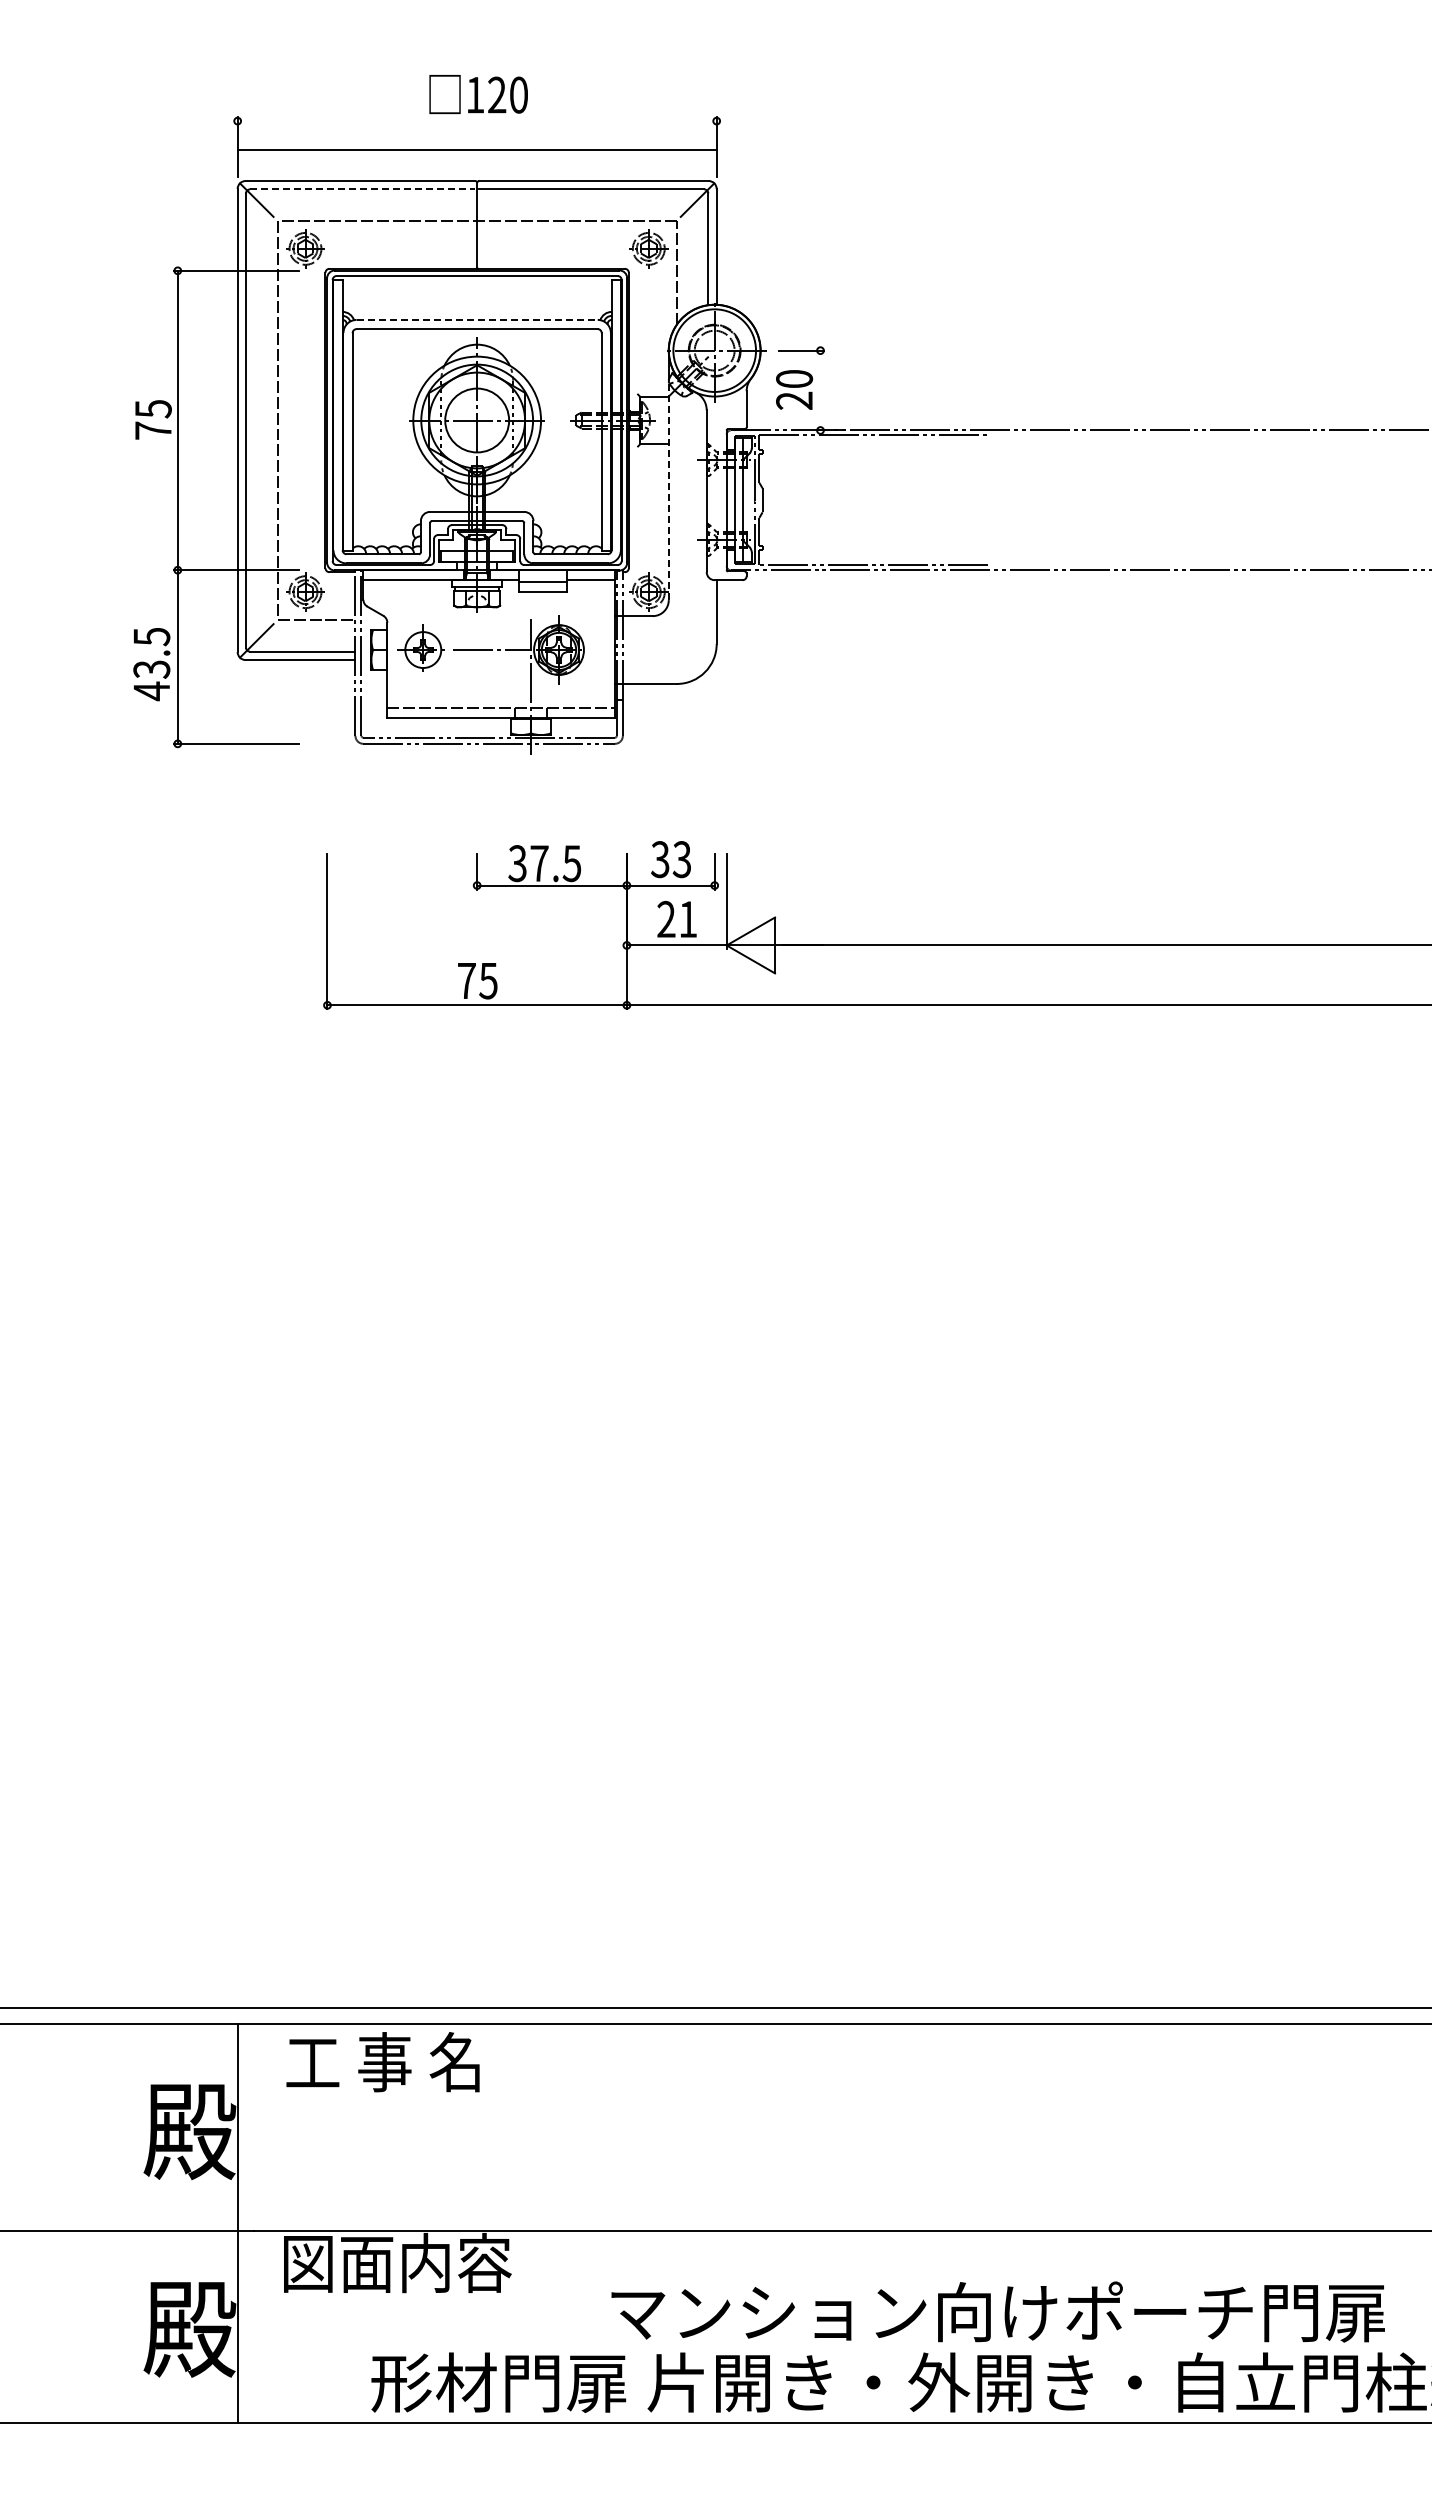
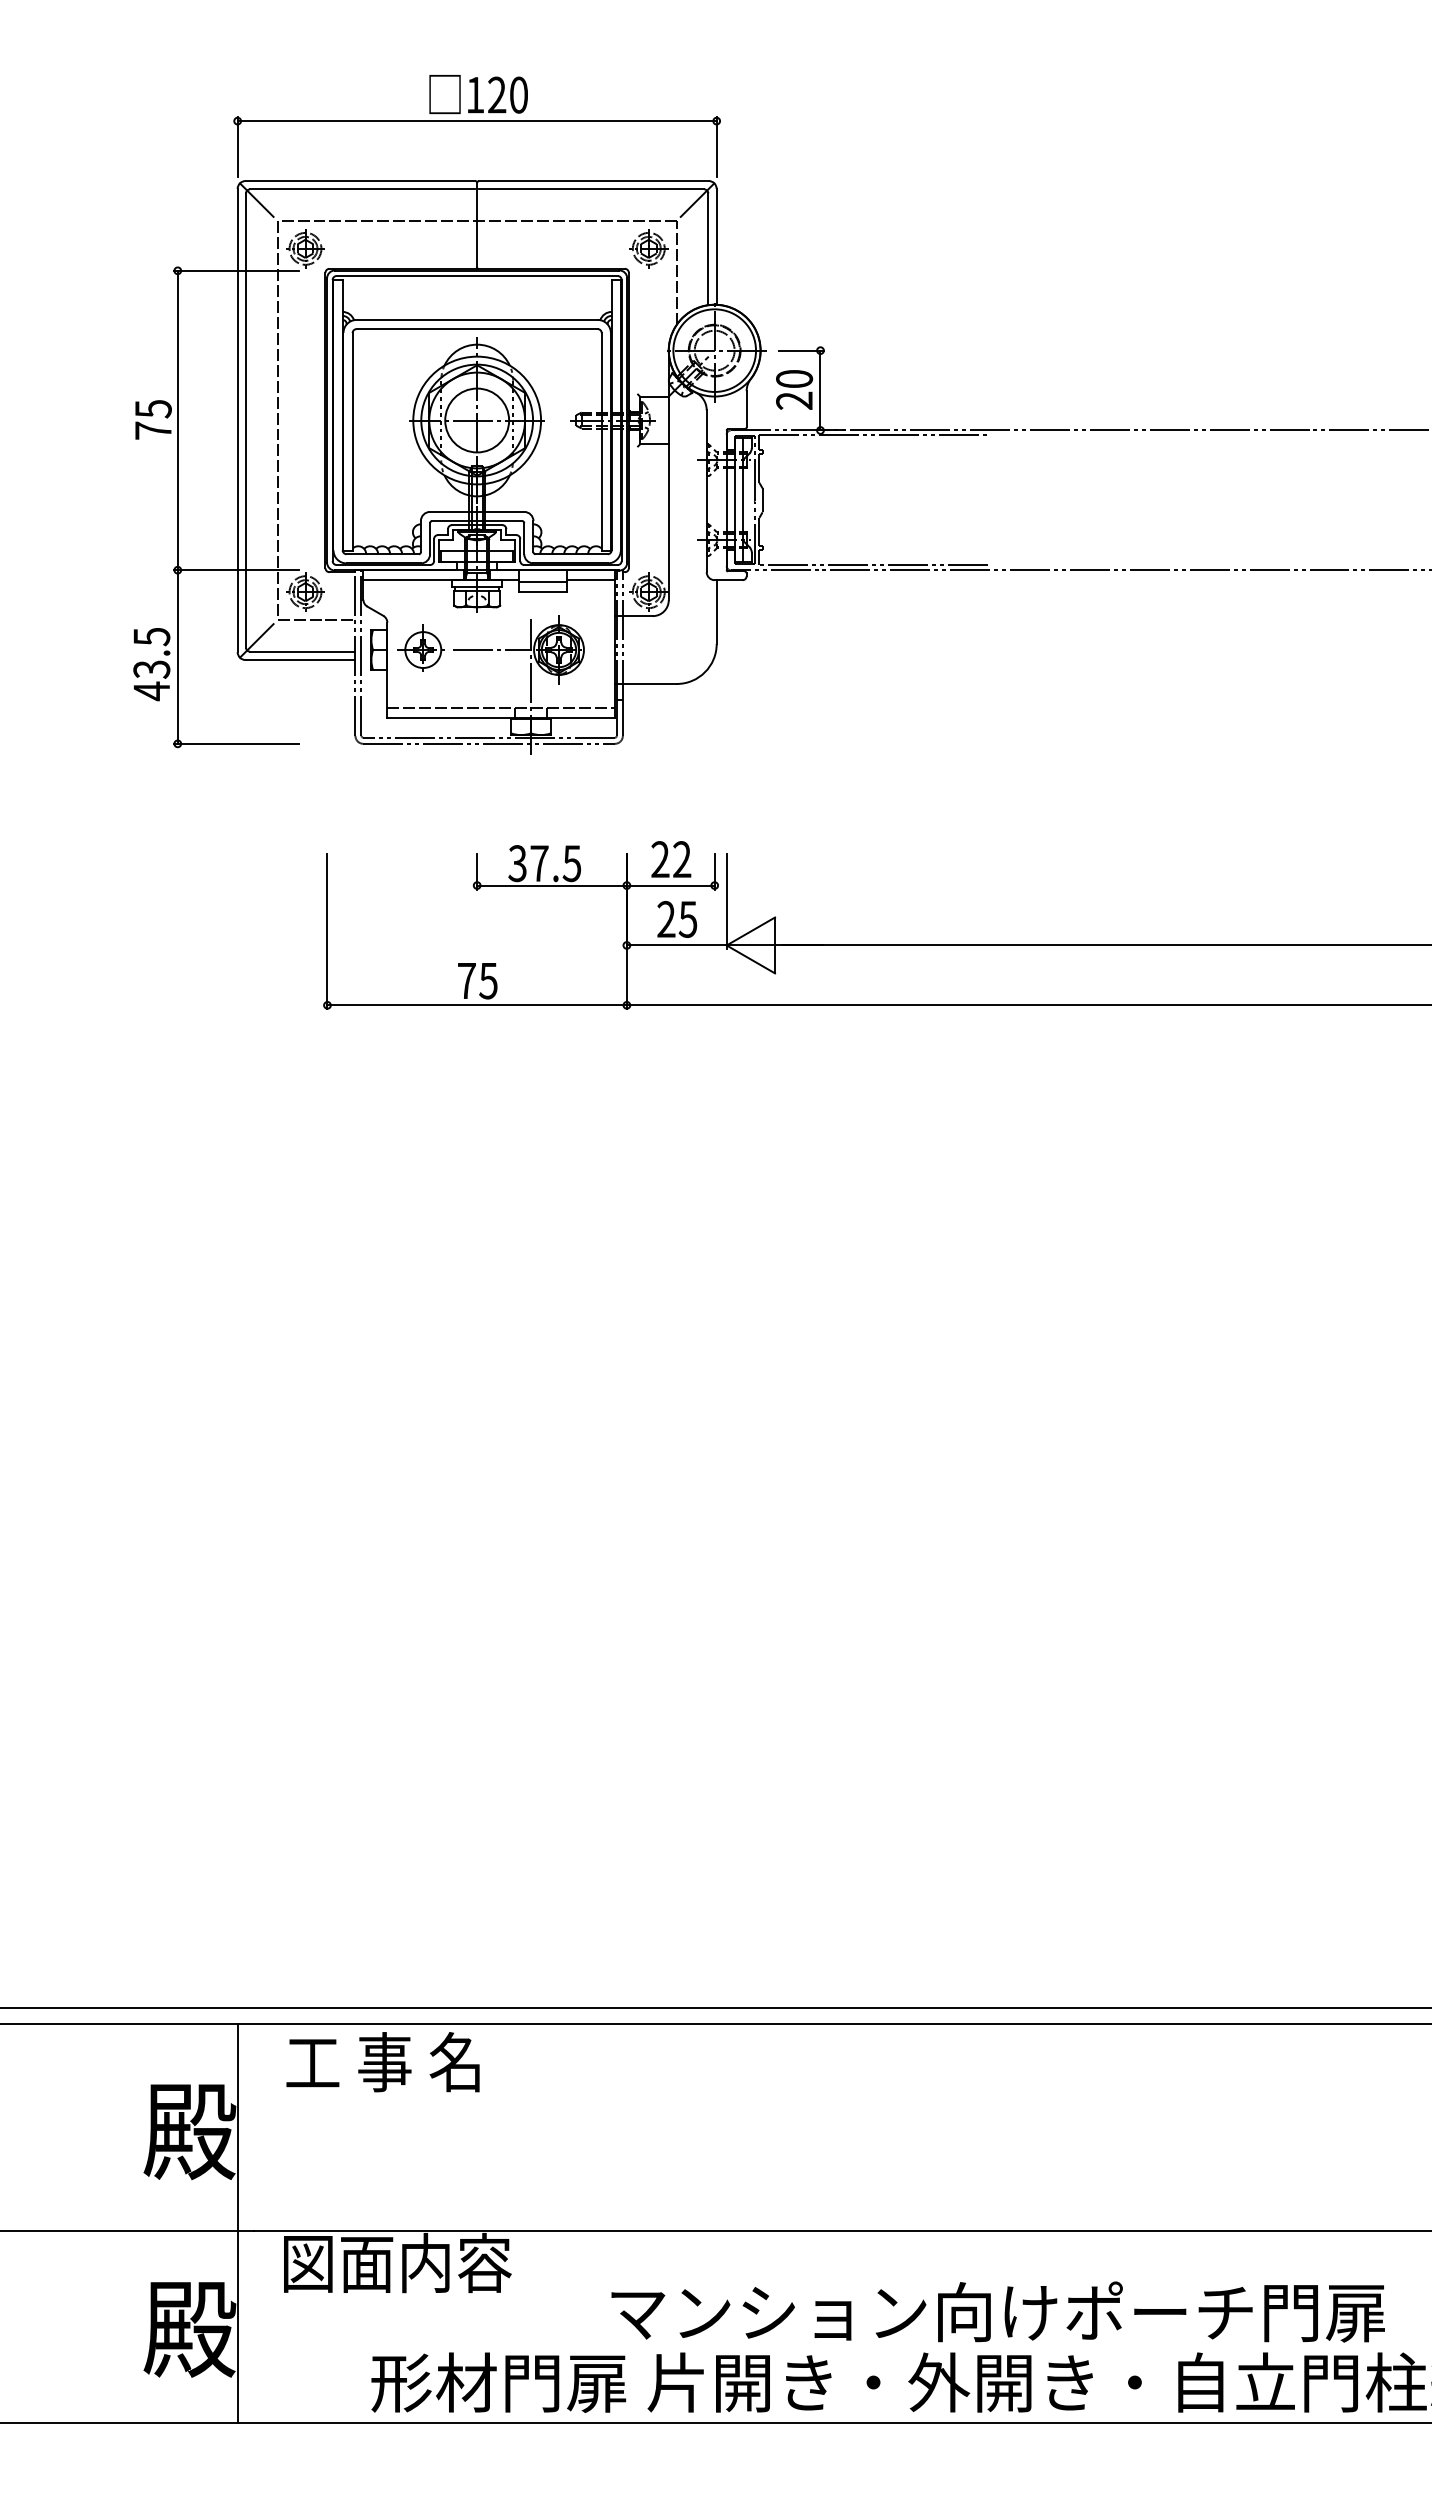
line at (476, 150) position: (476, 150) -> (476, 121)
line at (362, 189): dashed -> solid
line at (477, 319): dashed -> solid
line at (820, 390): none -> present
line at (668, 490): dashed -> solid
text at (671, 859): 33 -> 22
text at (687, 919): 21 -> 25
